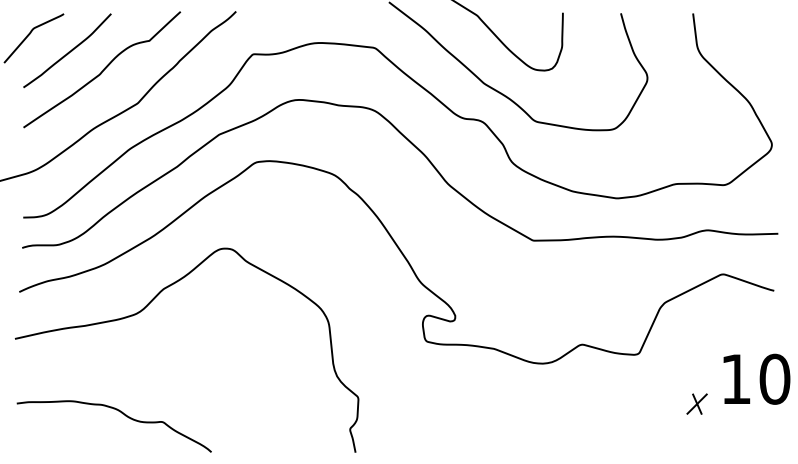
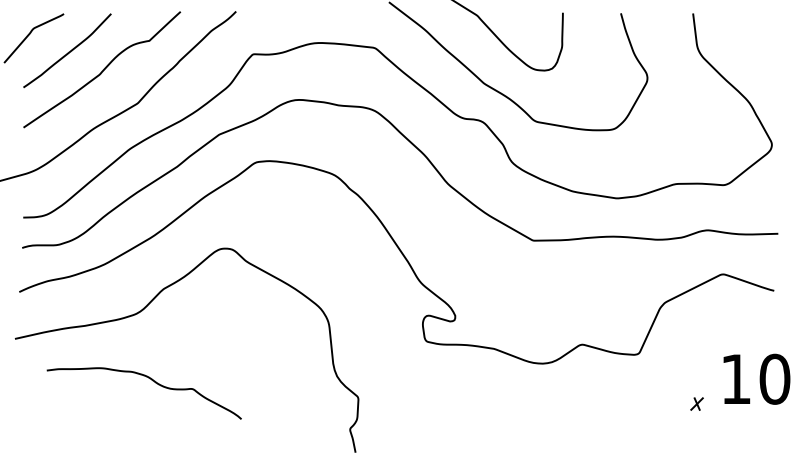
part at (696, 403) size: 22x22 px -> 14x14 px
curve at (122, 414) position: (122, 414) -> (152, 381)
